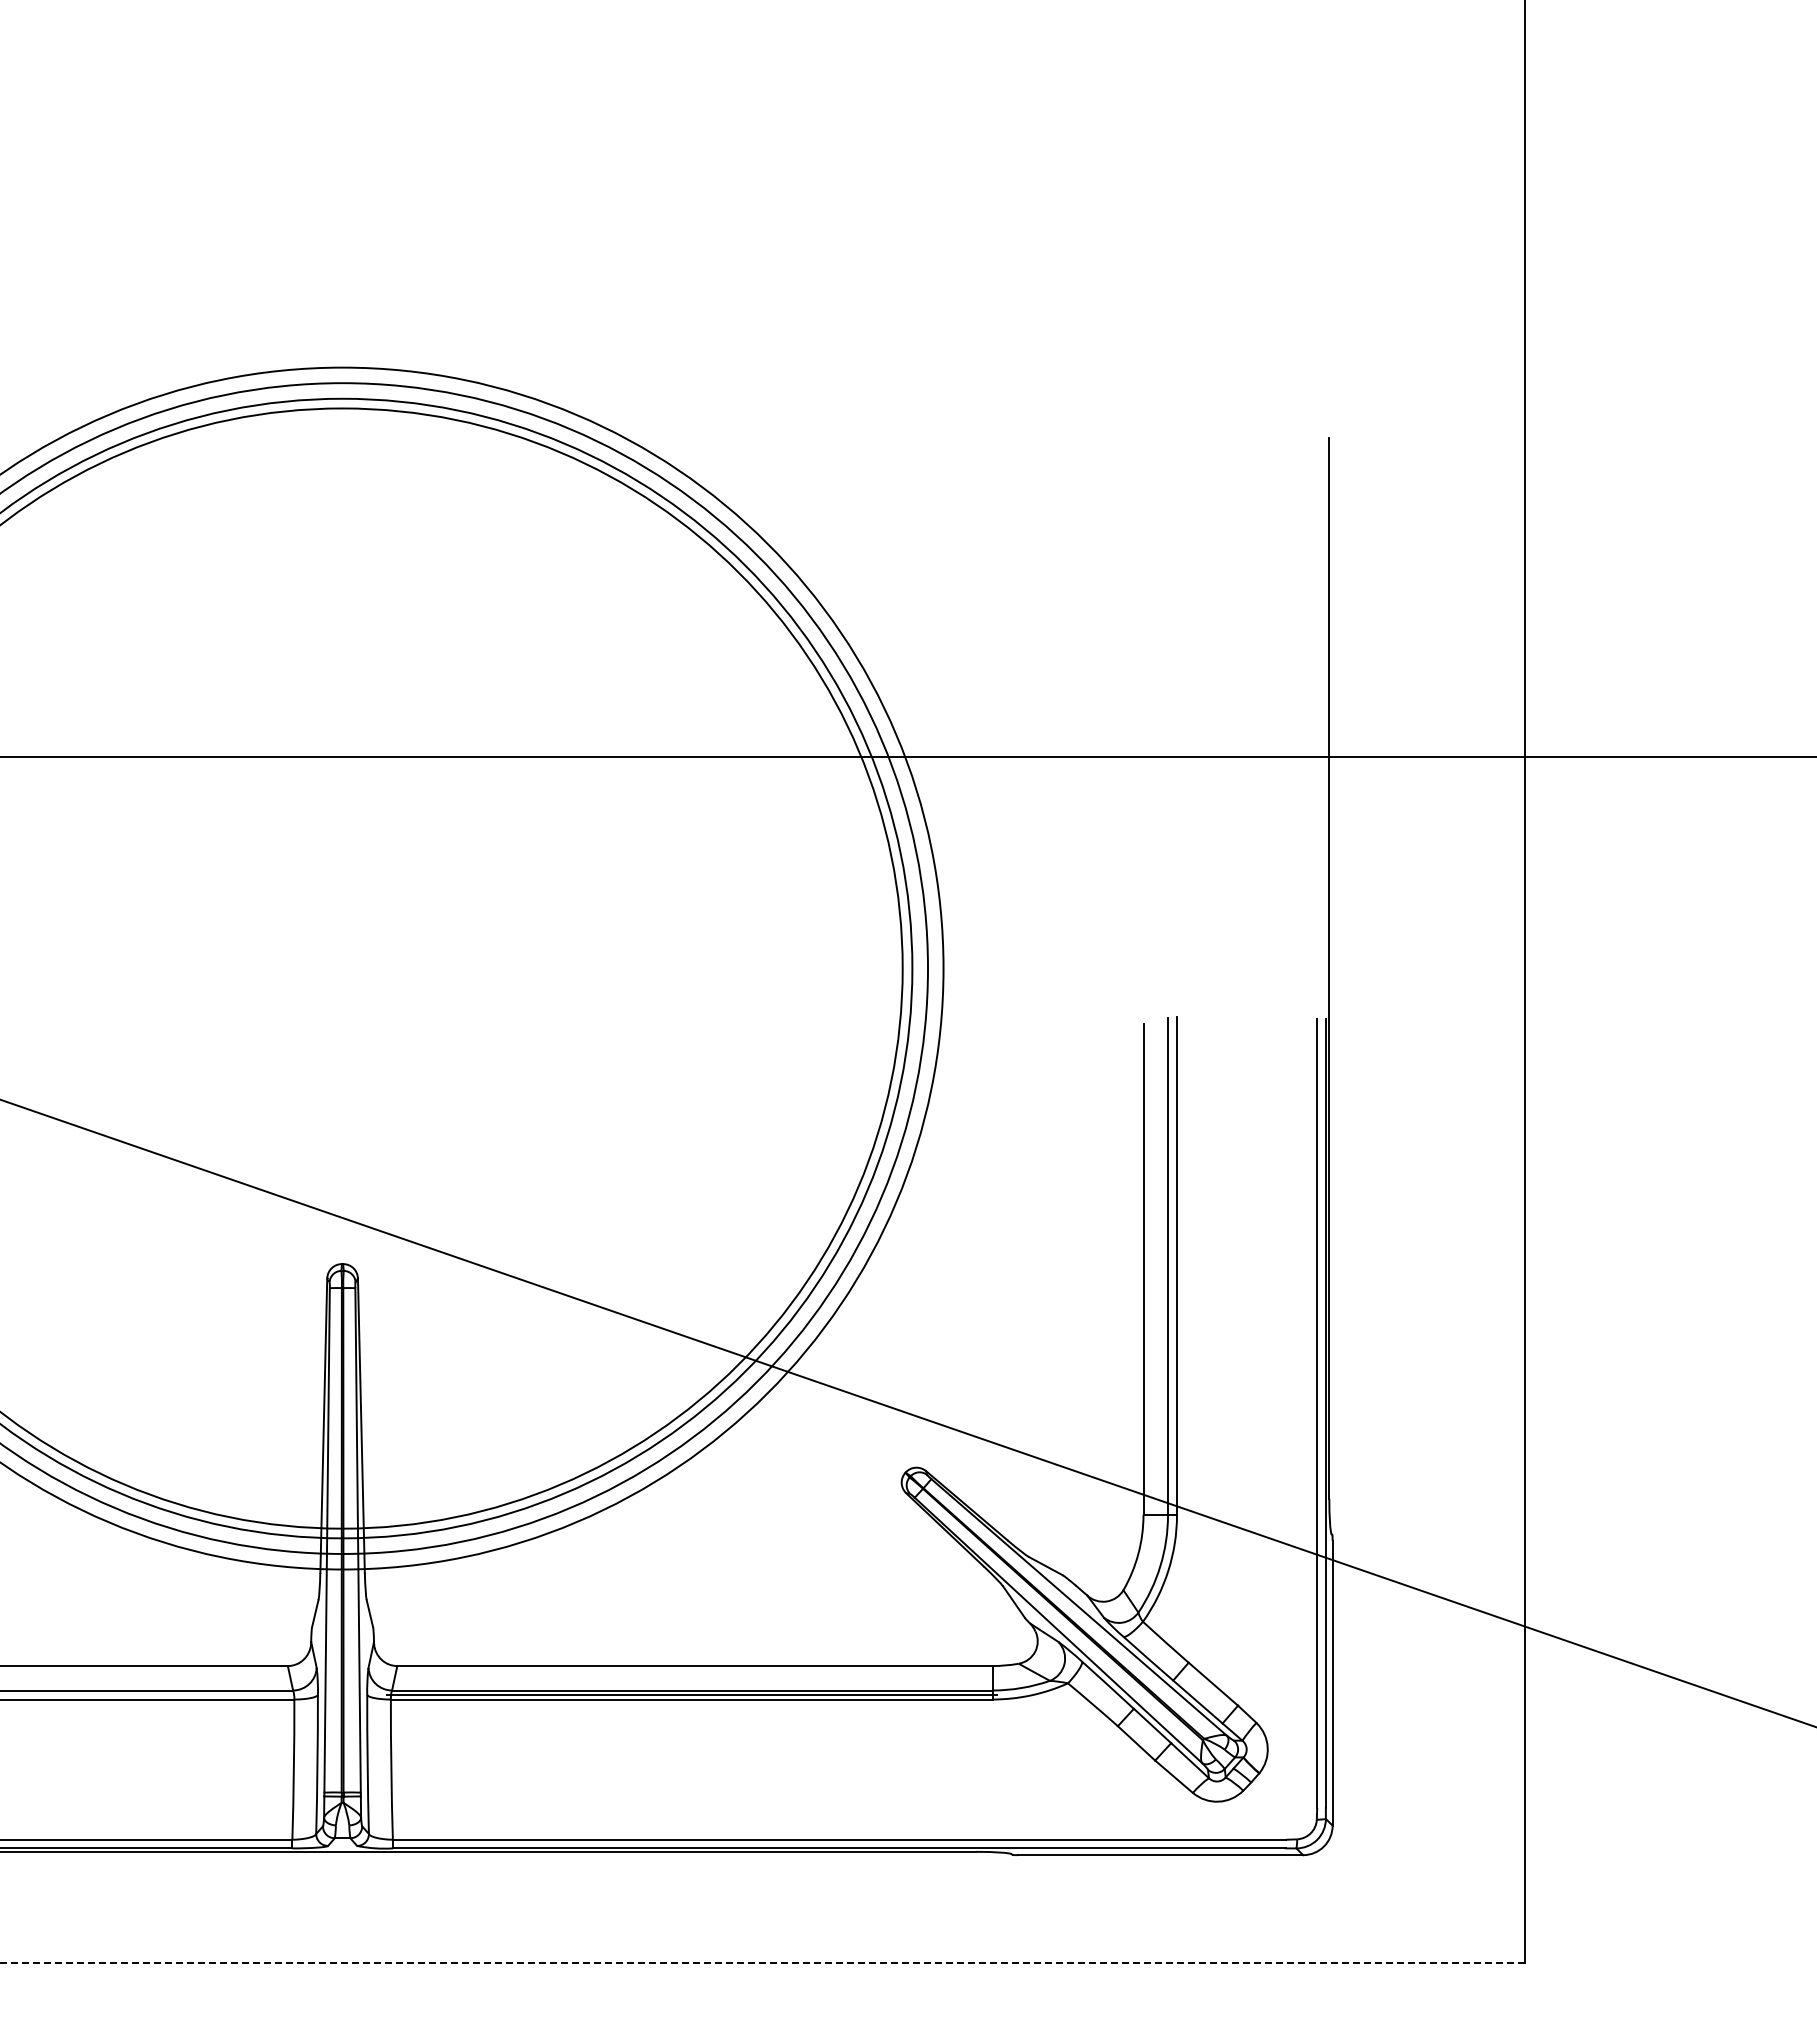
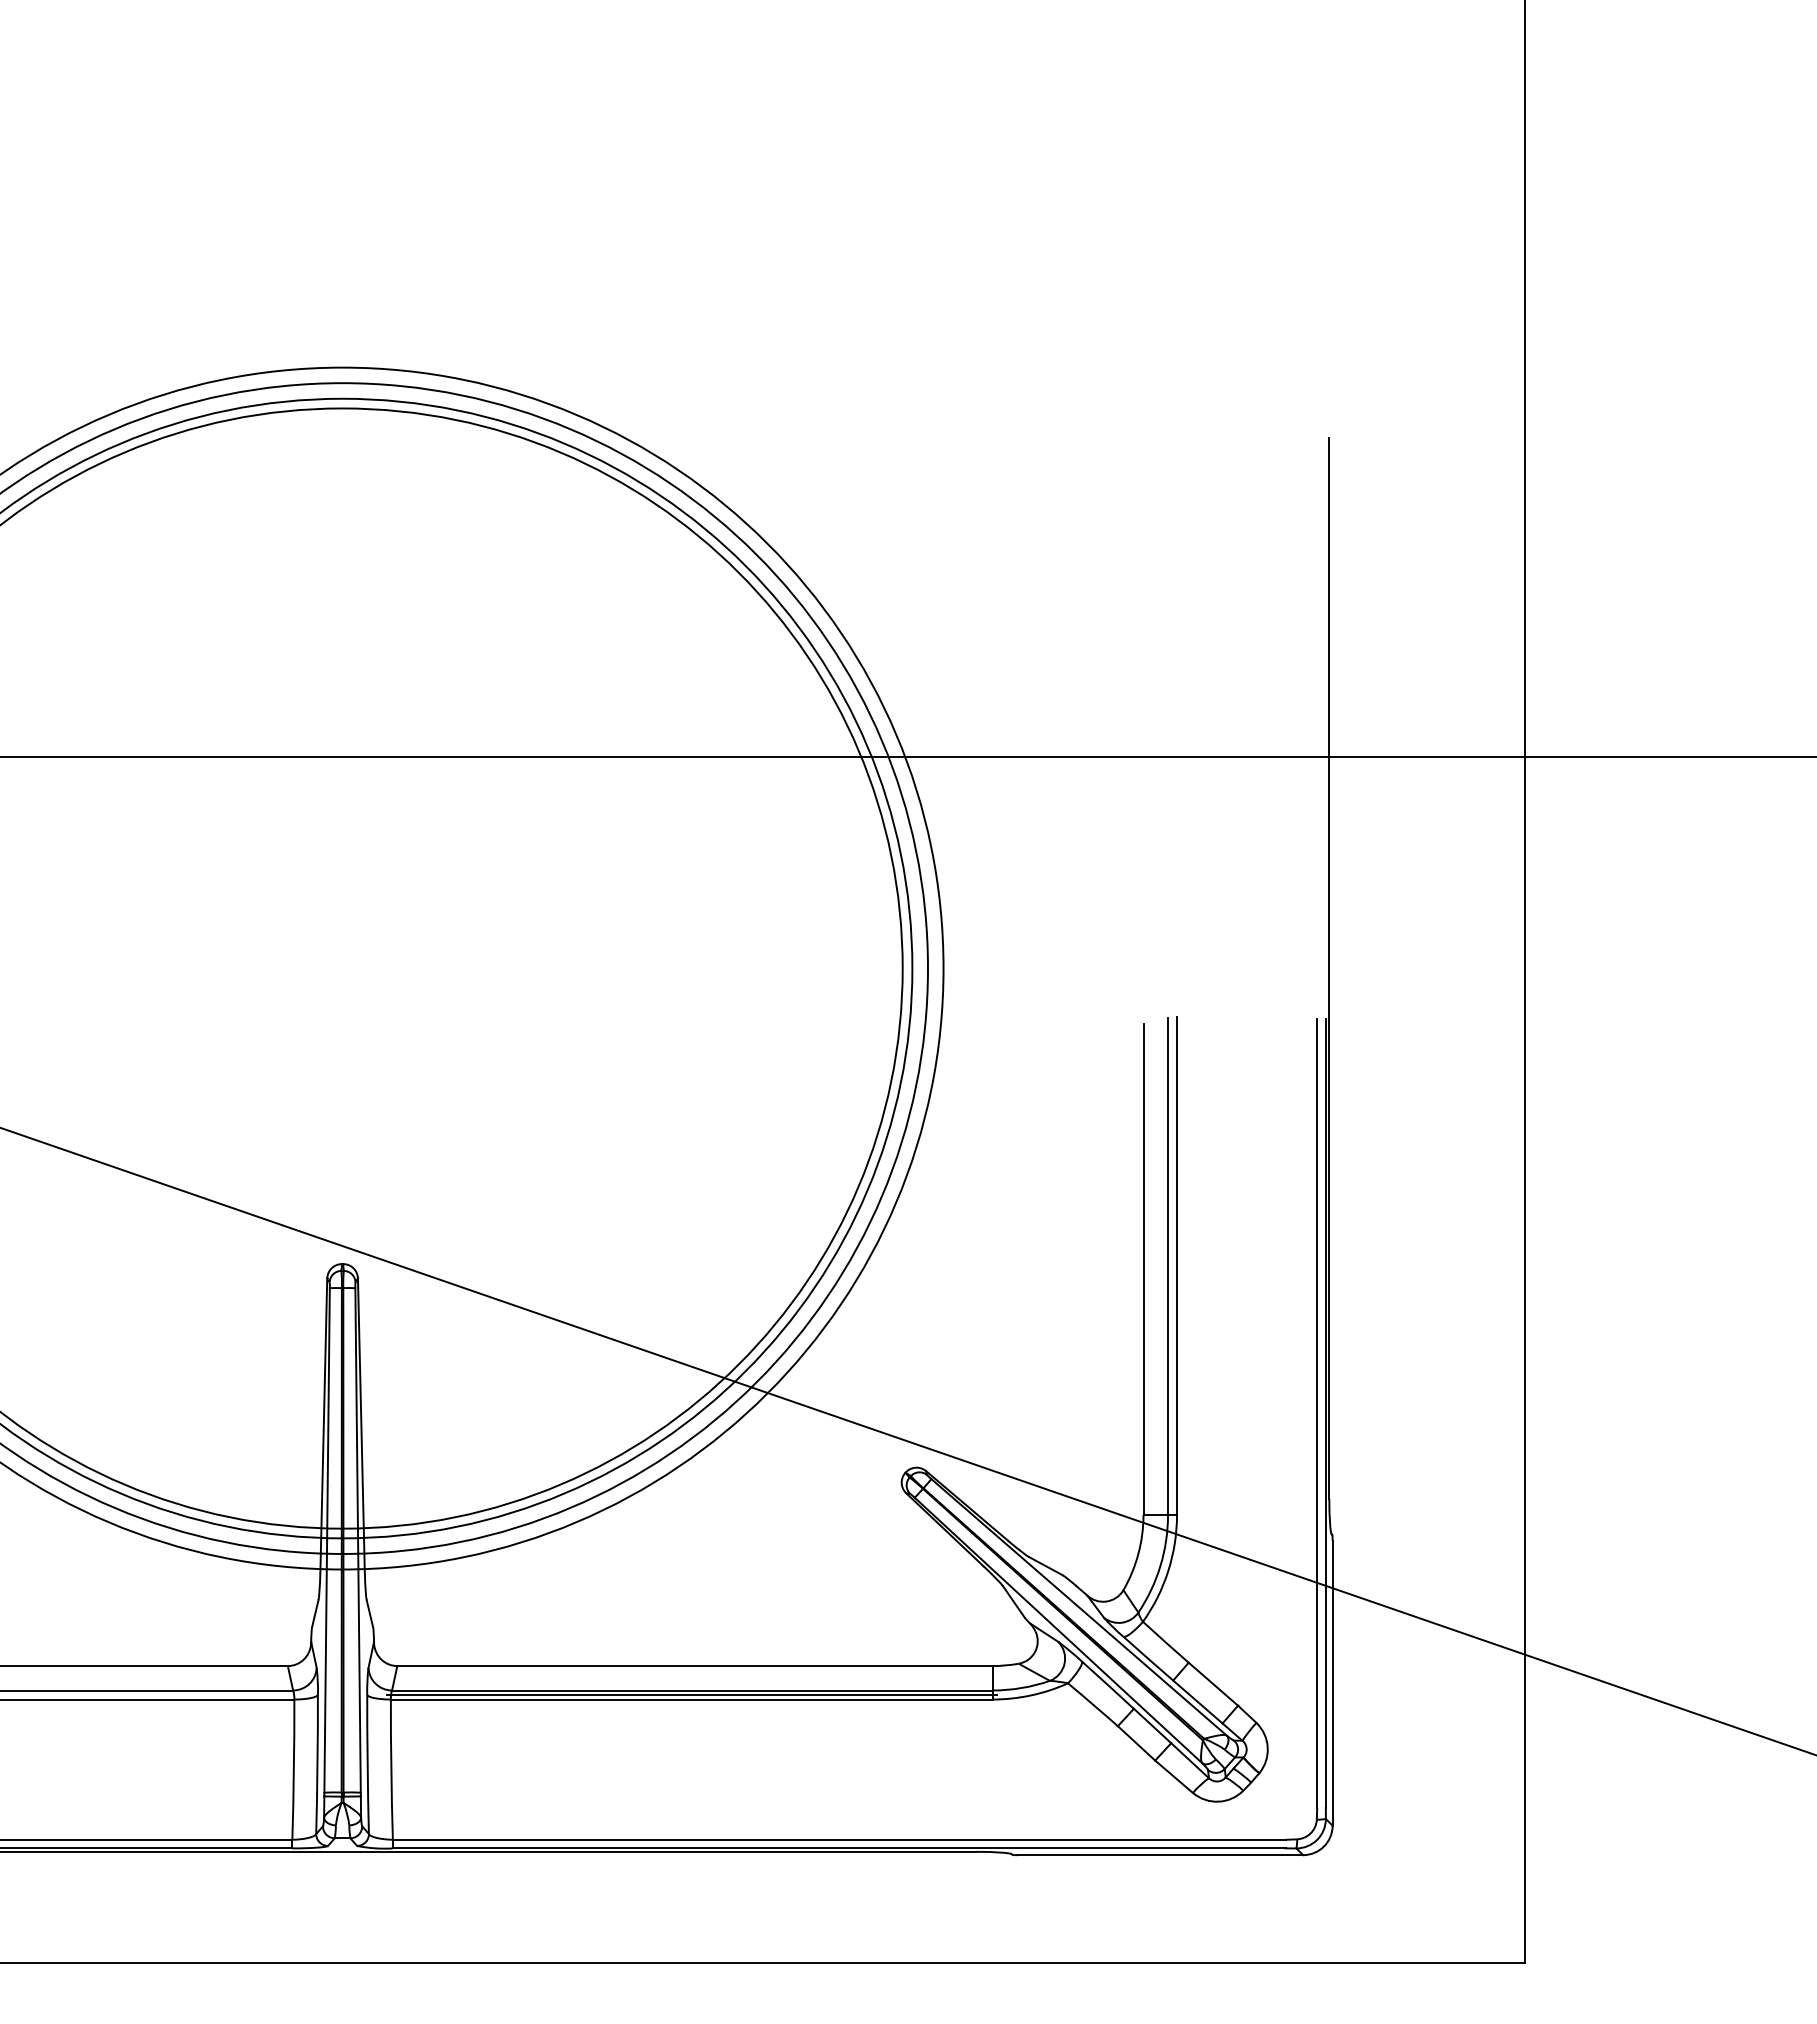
line at (907, 1413) position: (907, 1413) -> (907, 1441)
line at (762, 1963): dashed -> solid
